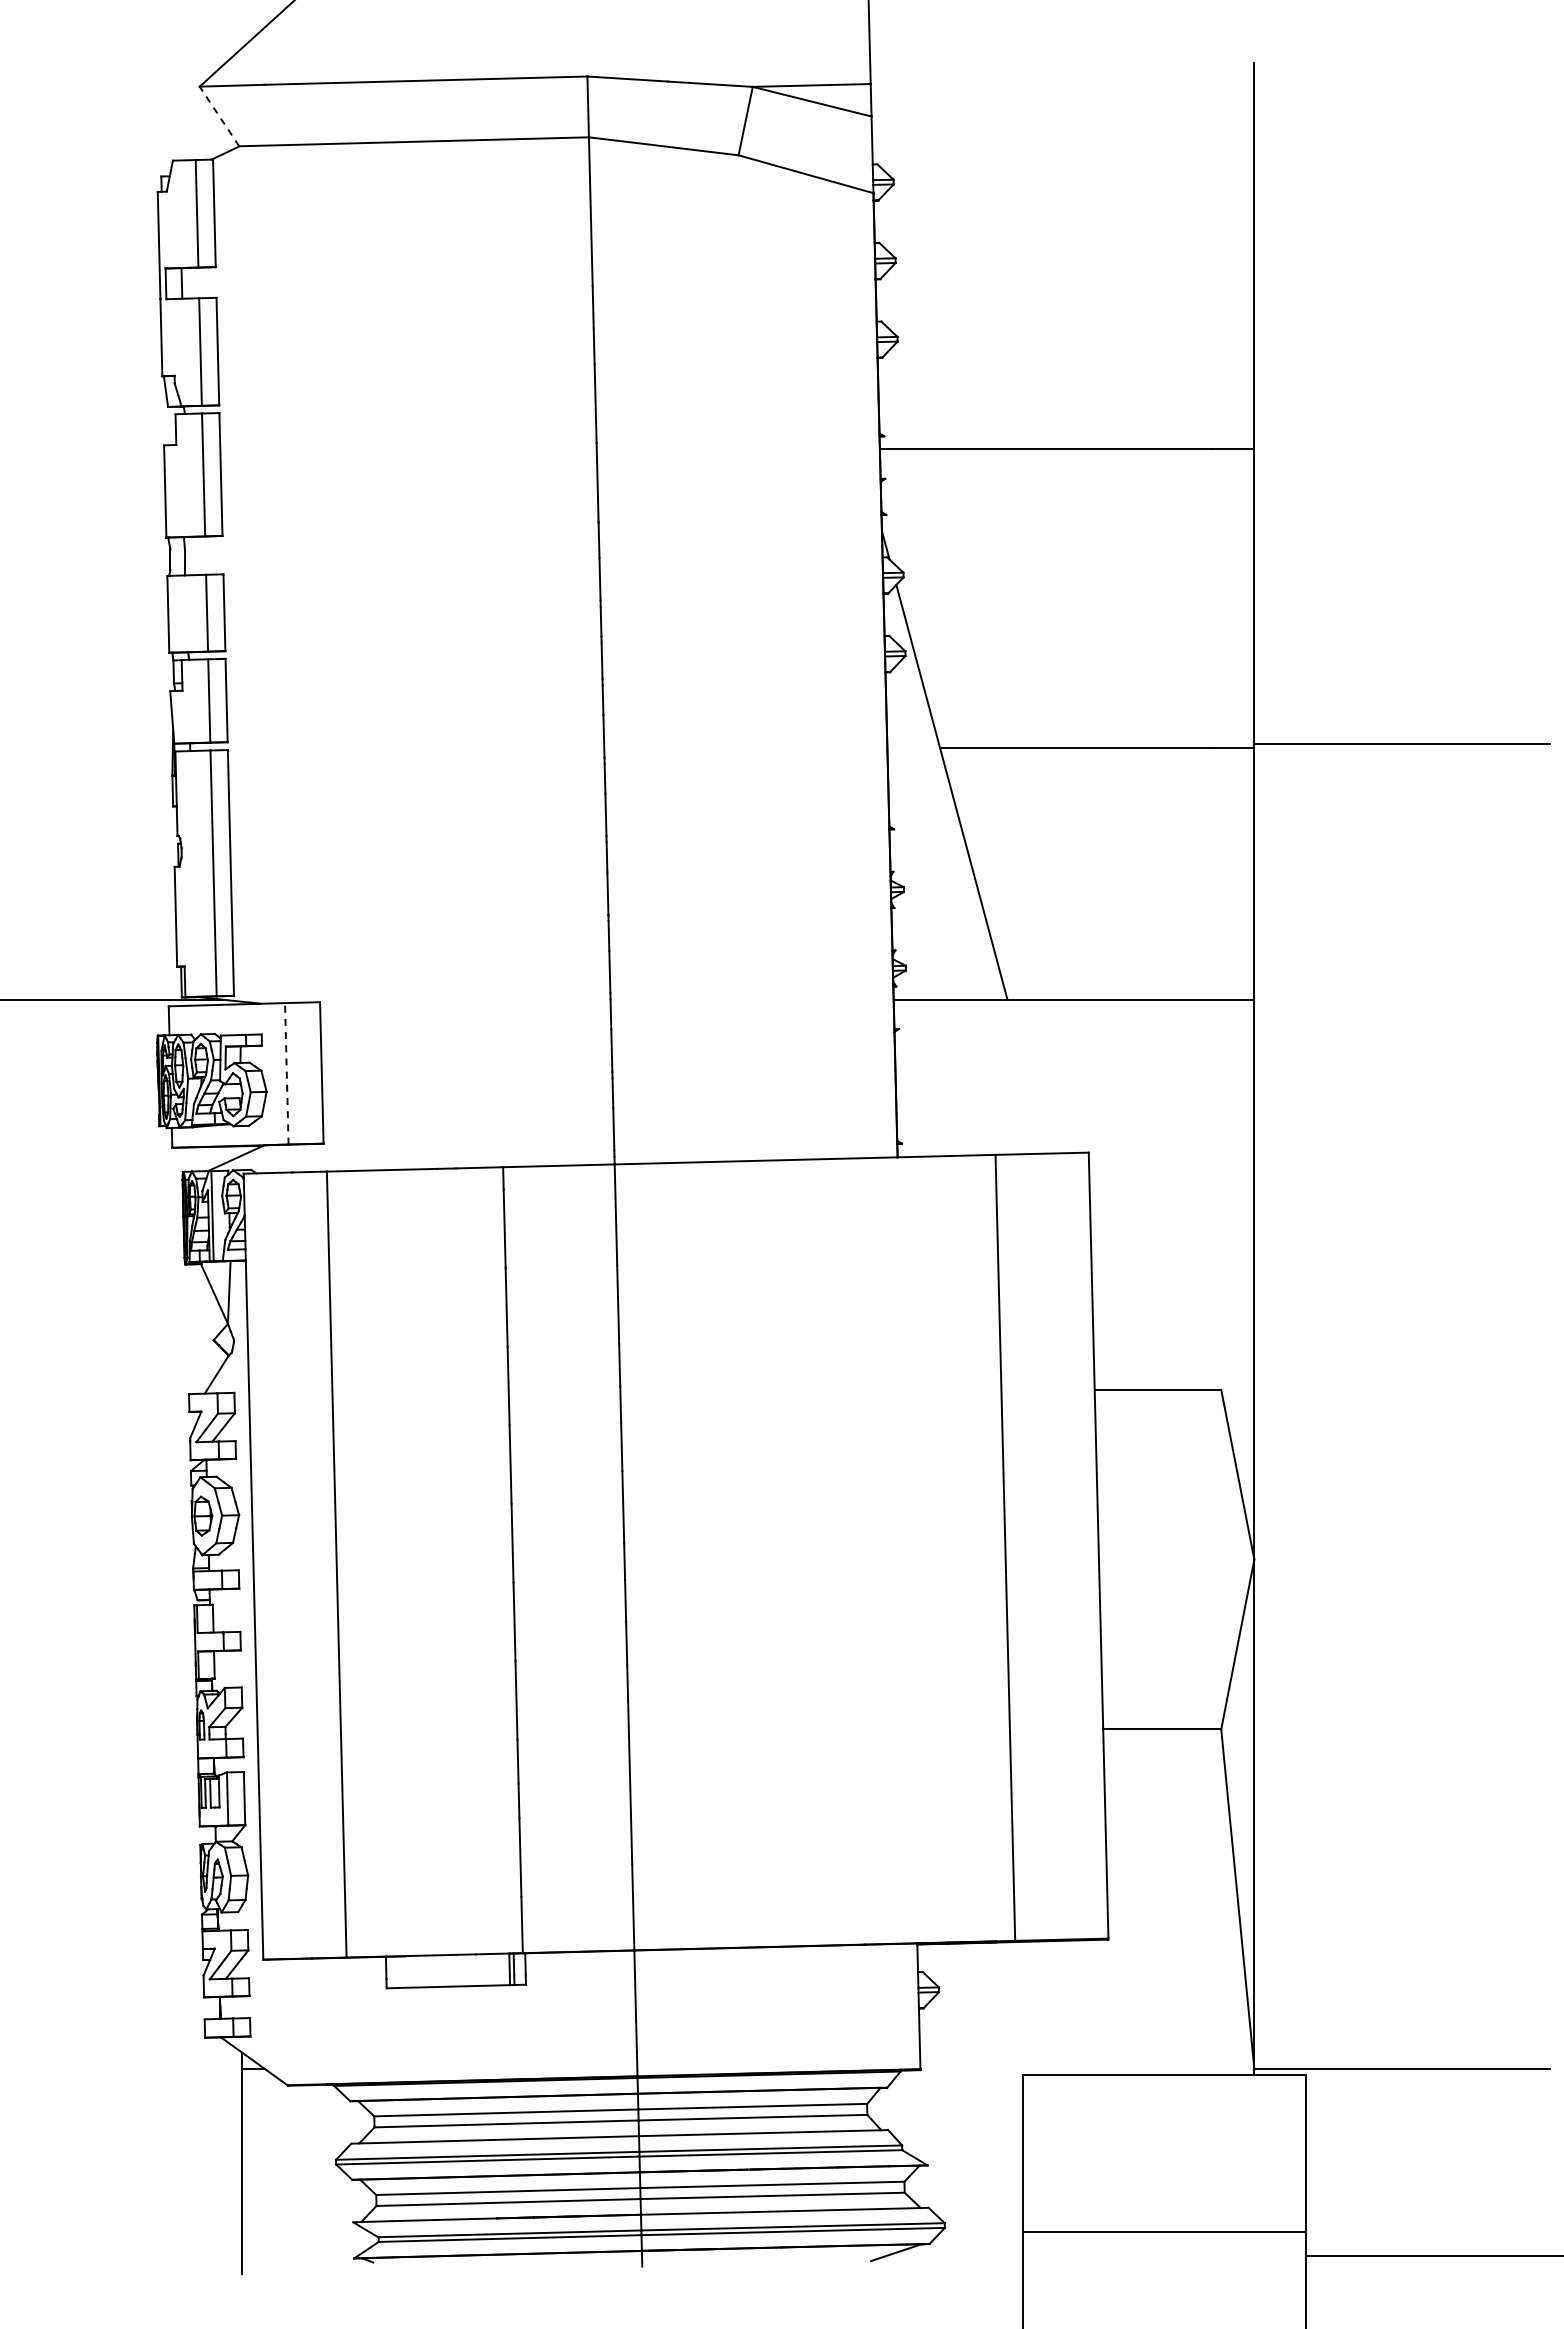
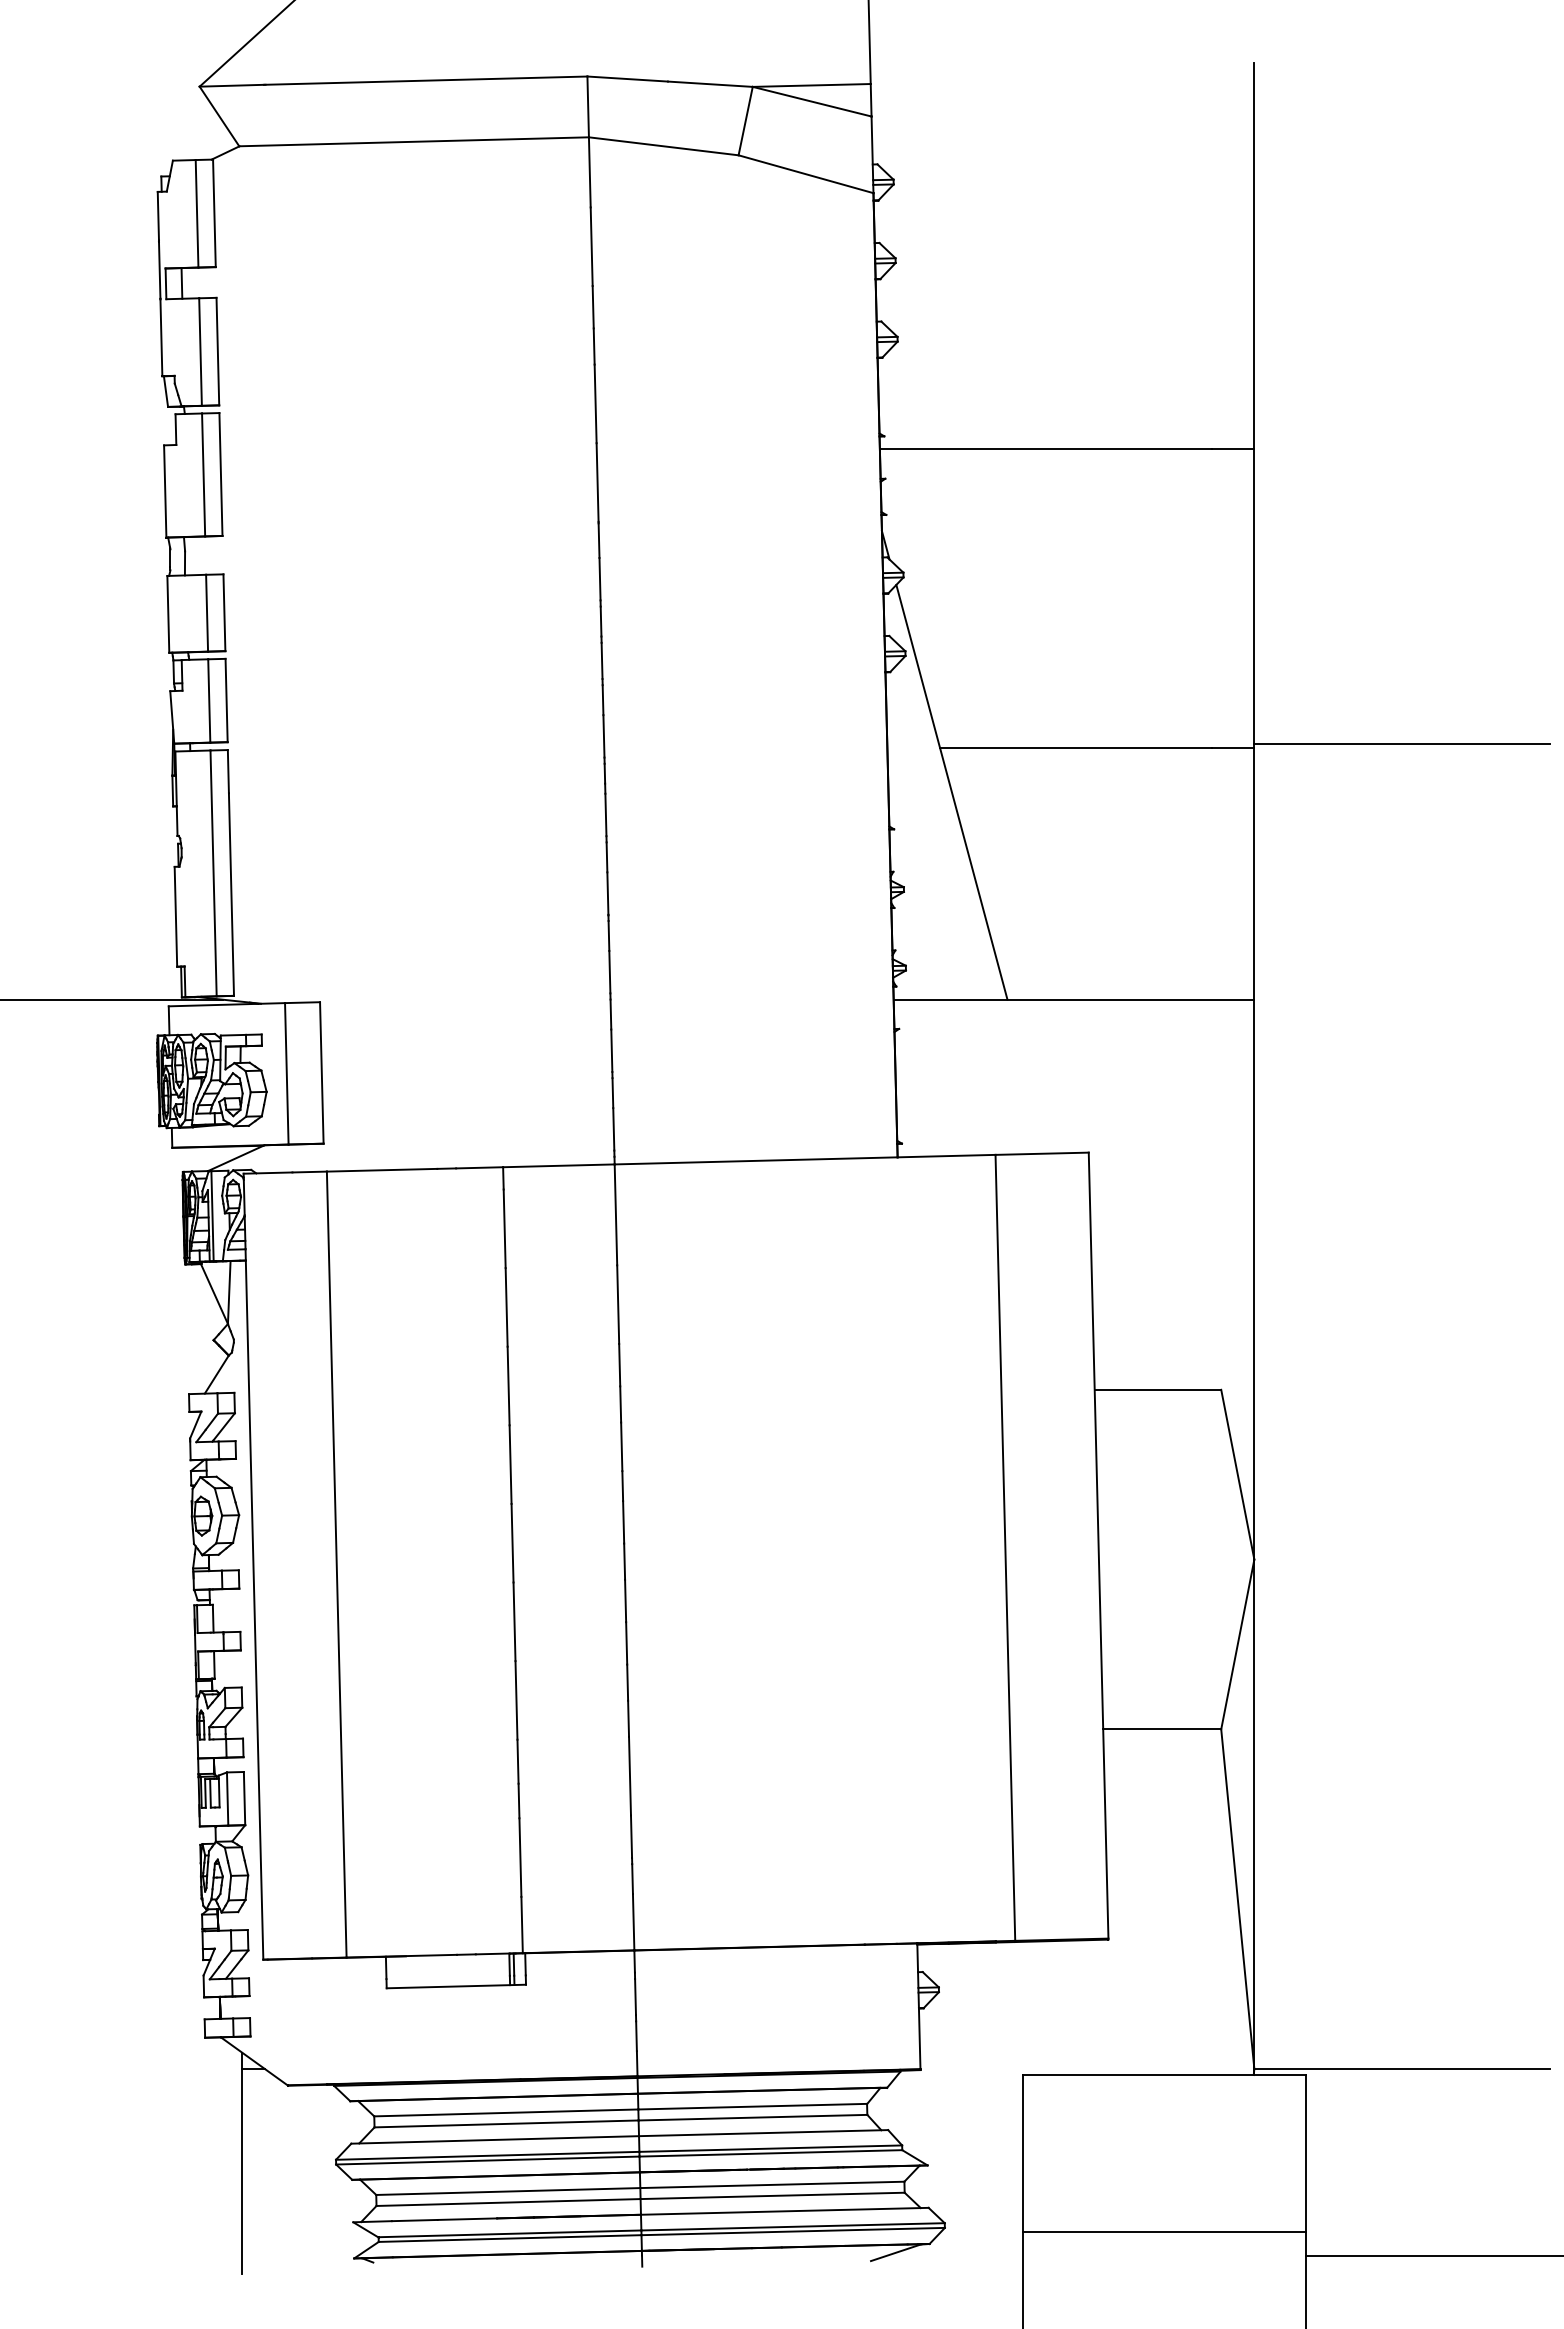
line at (219, 116): dashed -> solid
line at (286, 1073): dashed -> solid
